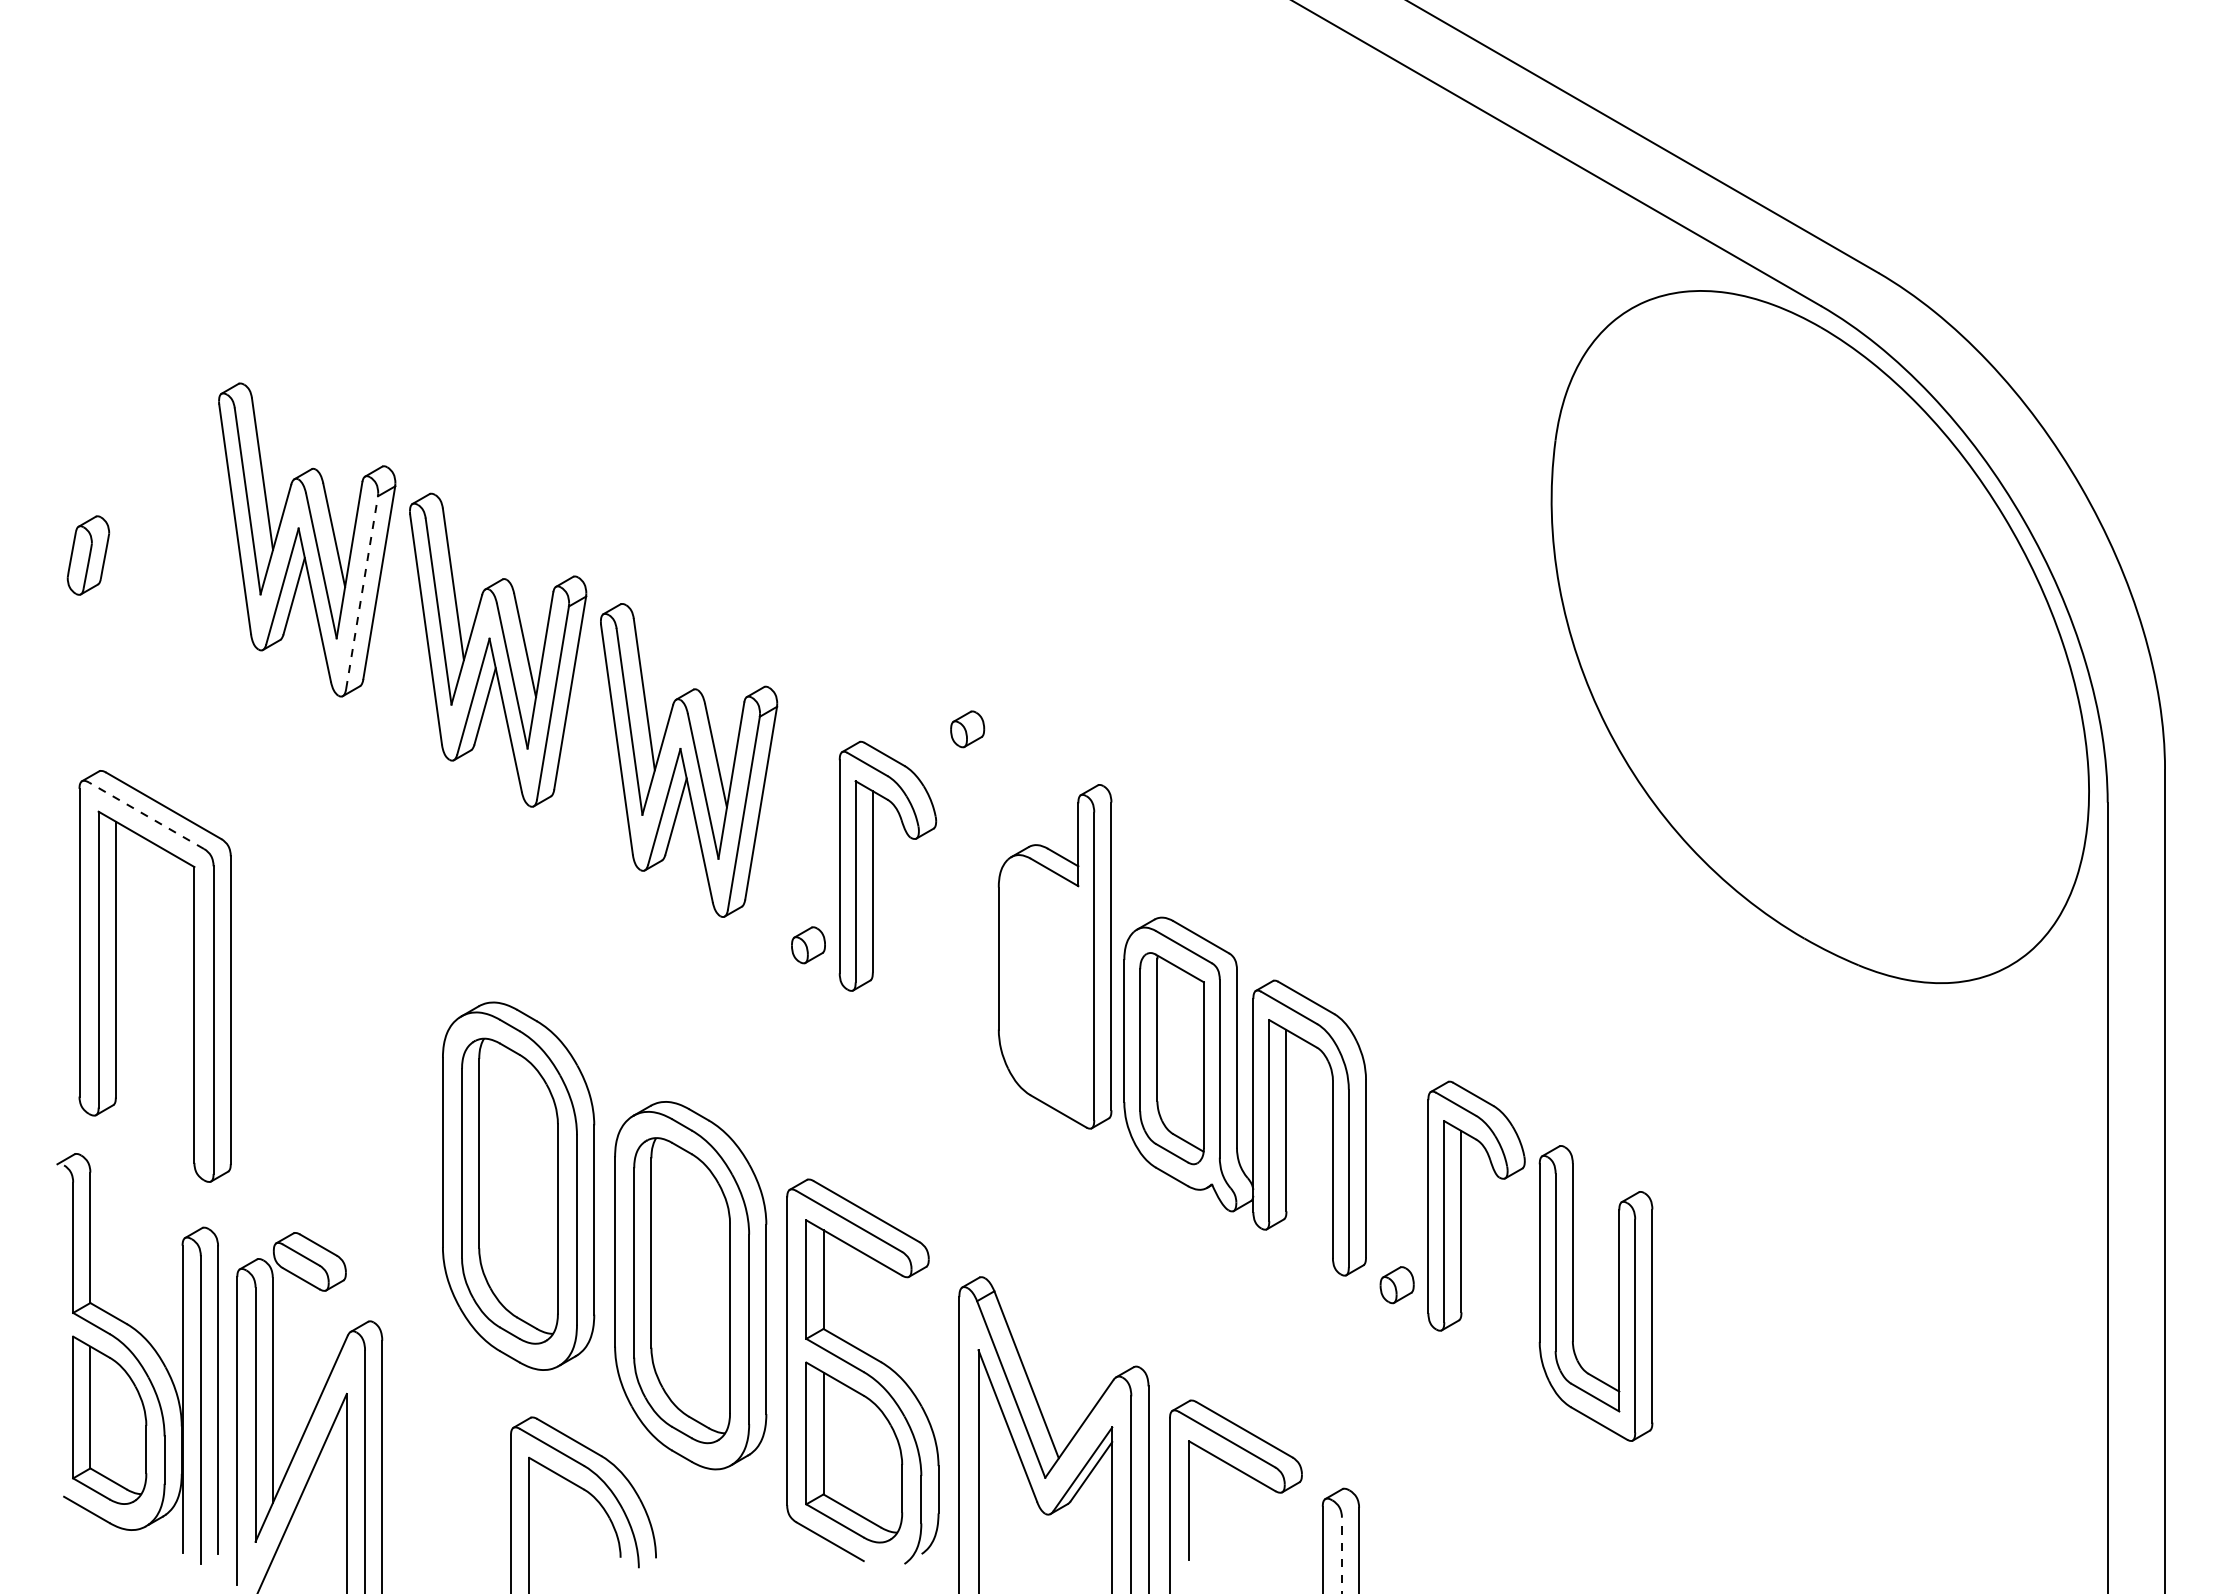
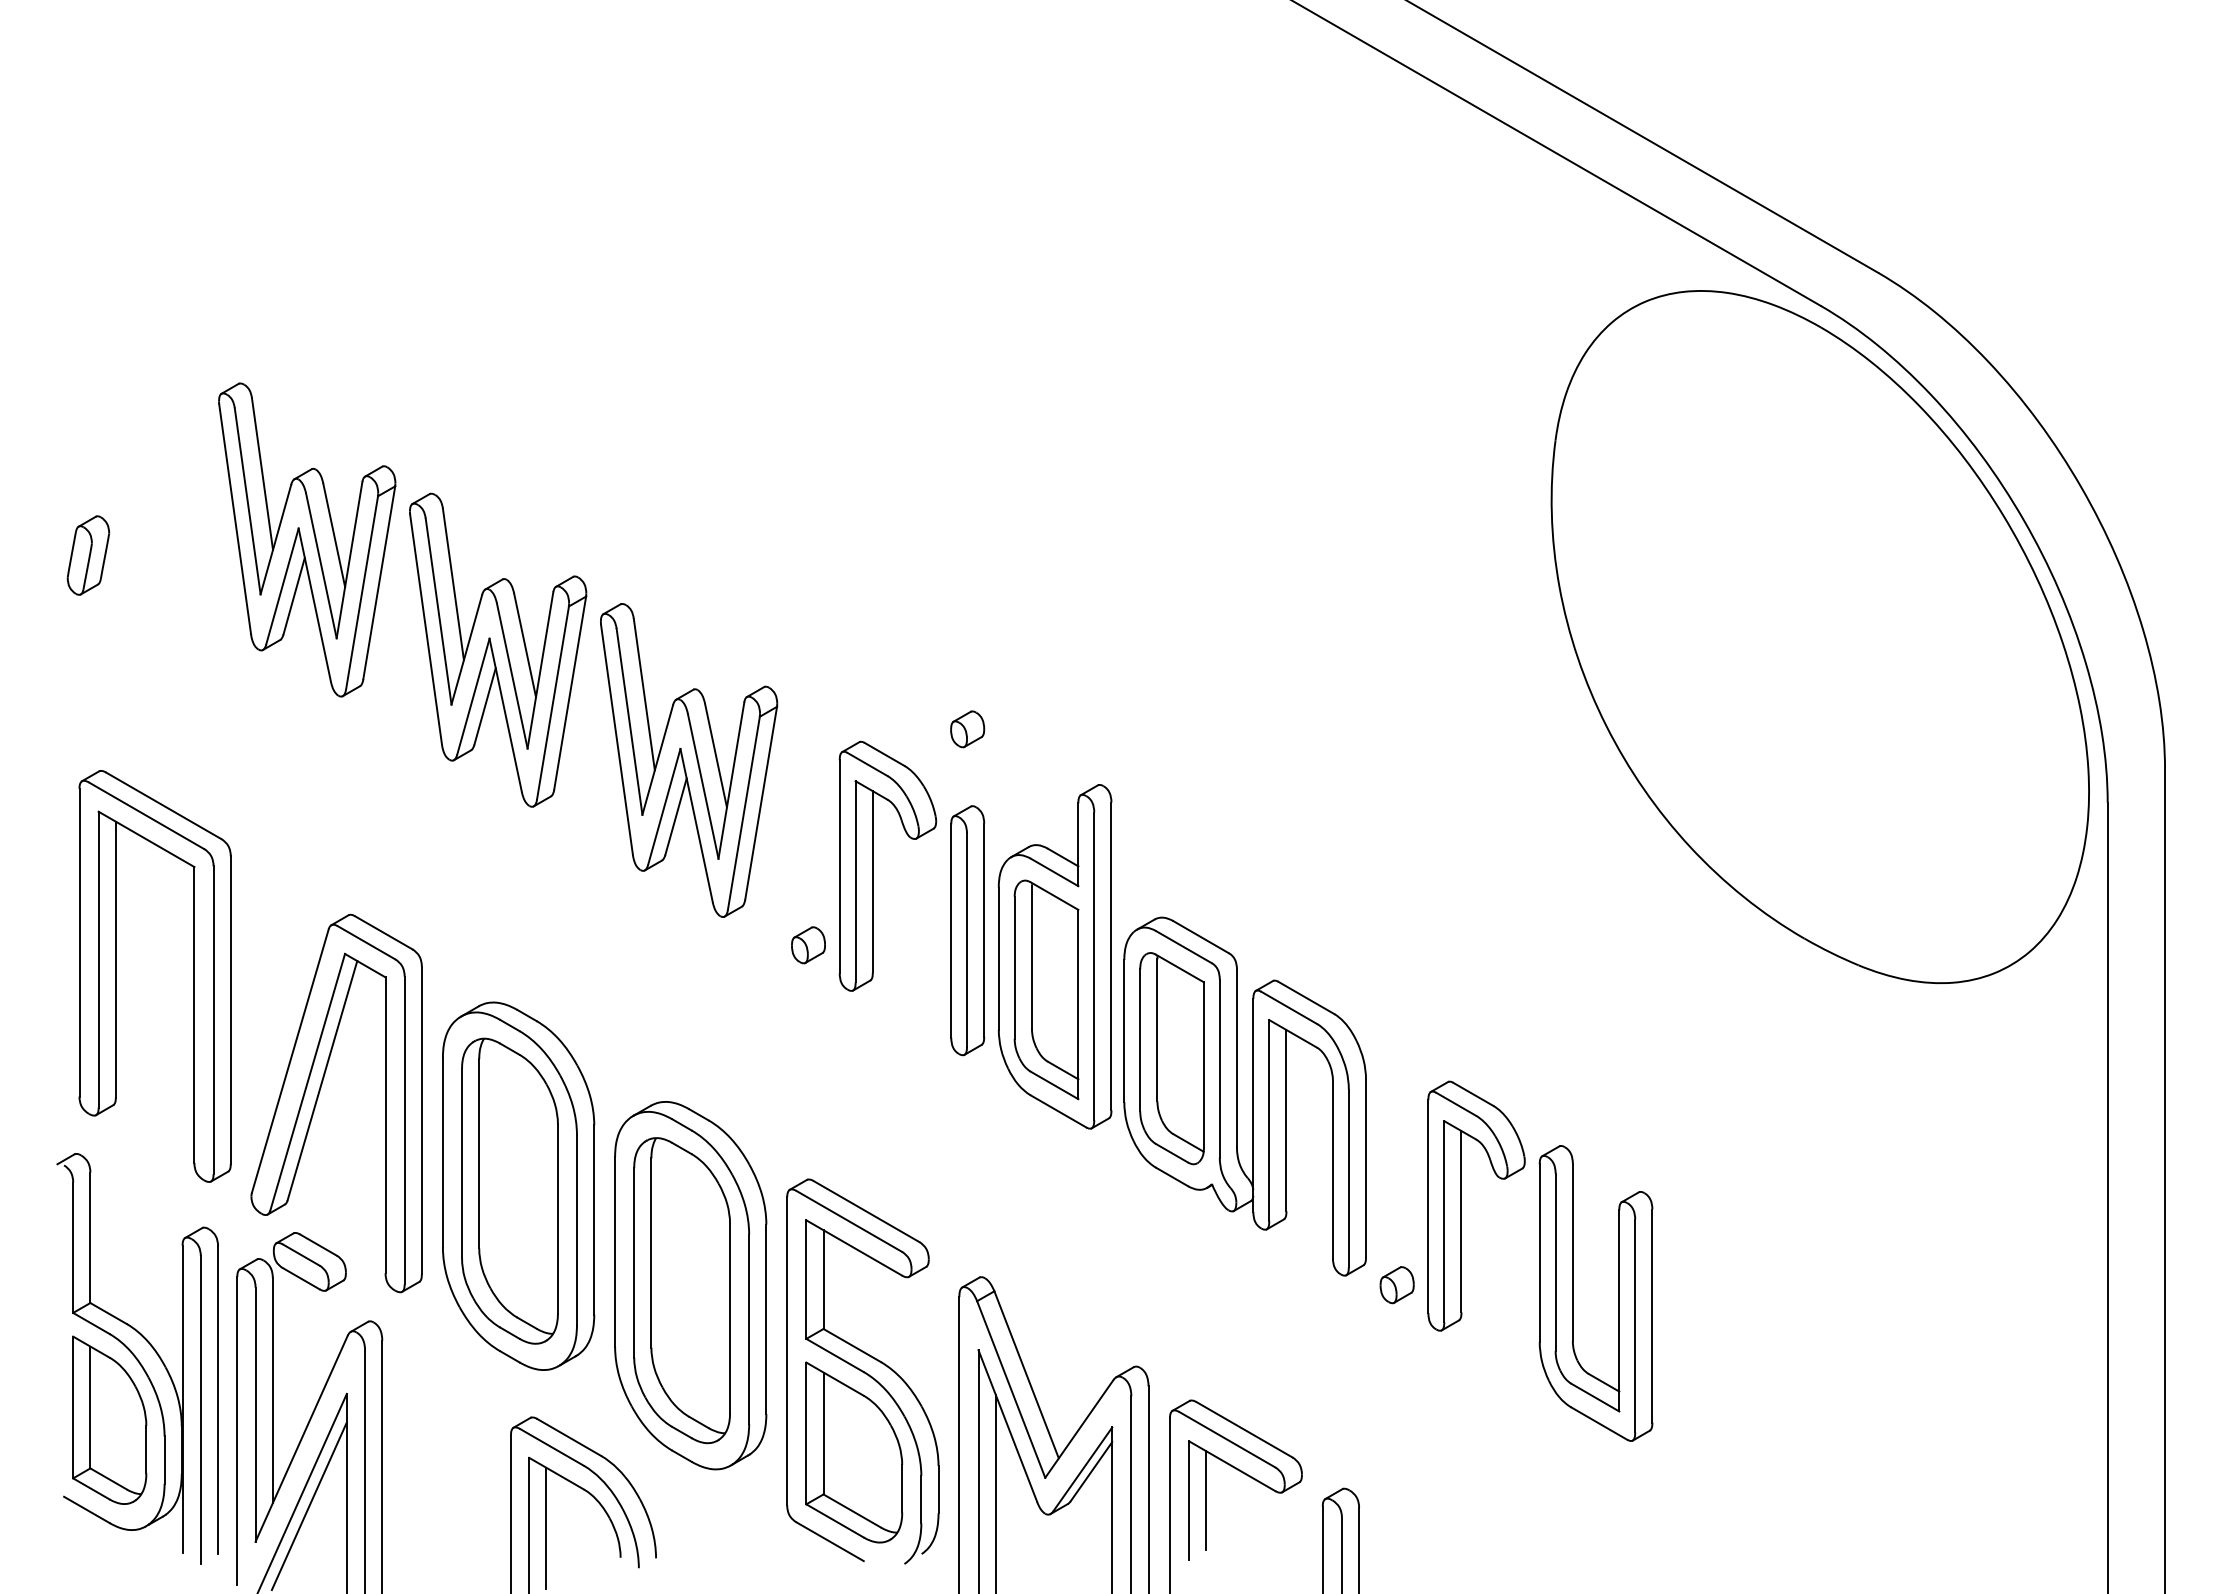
line at (362, 592): dashed -> solid
line at (146, 815): dashed -> solid
part at (967, 930): none -> present
part at (1046, 989): none -> present
part at (318, 1098): none -> present
line at (995, 1492): none -> present
line at (1206, 1500): none -> present
line at (308, 1506): none -> present
line at (546, 1528): none -> present
line at (1341, 1555): dashed -> solid
